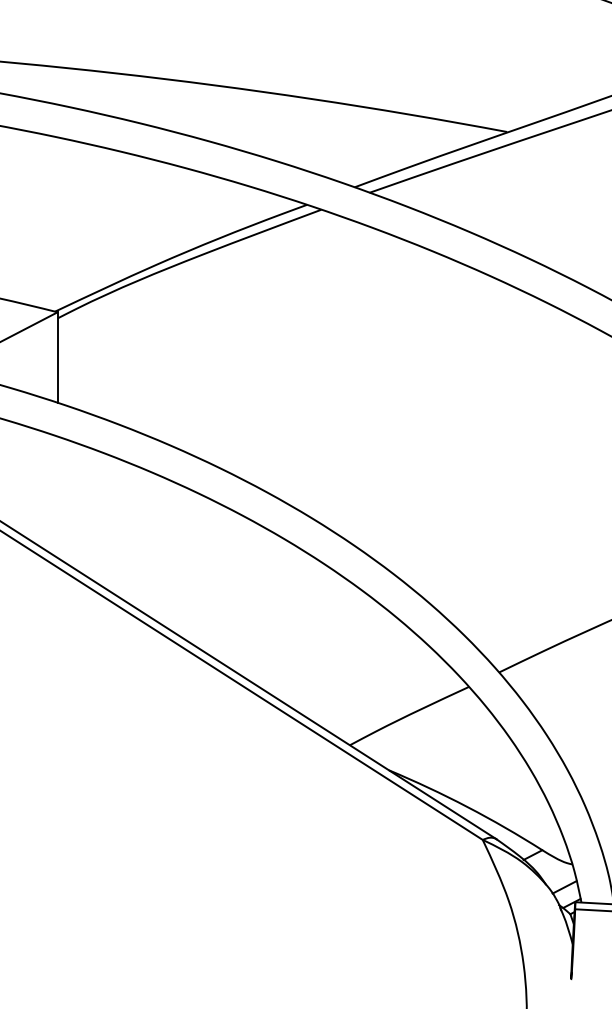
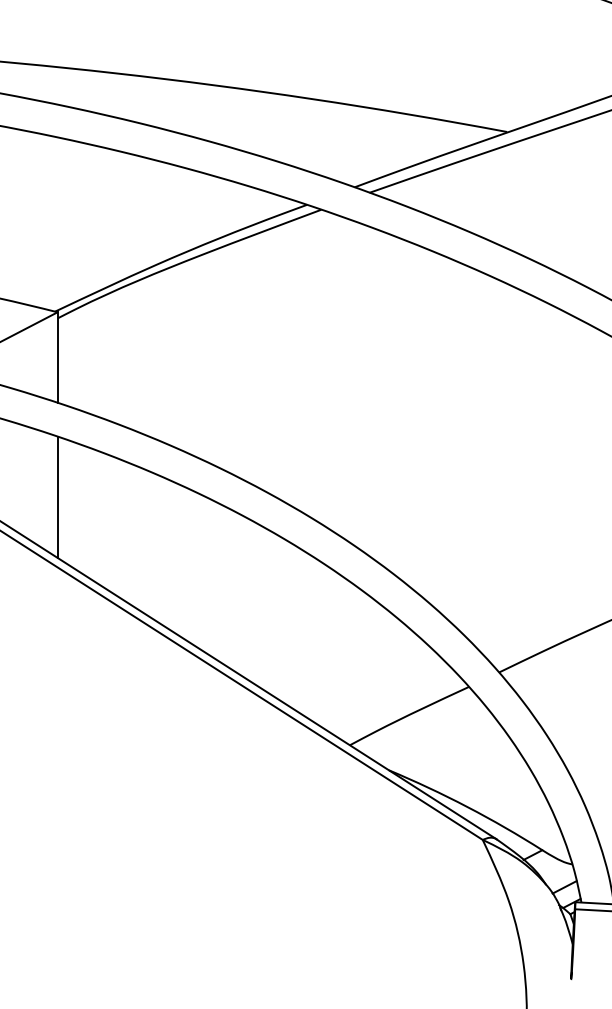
line at (57, 496): none -> present
